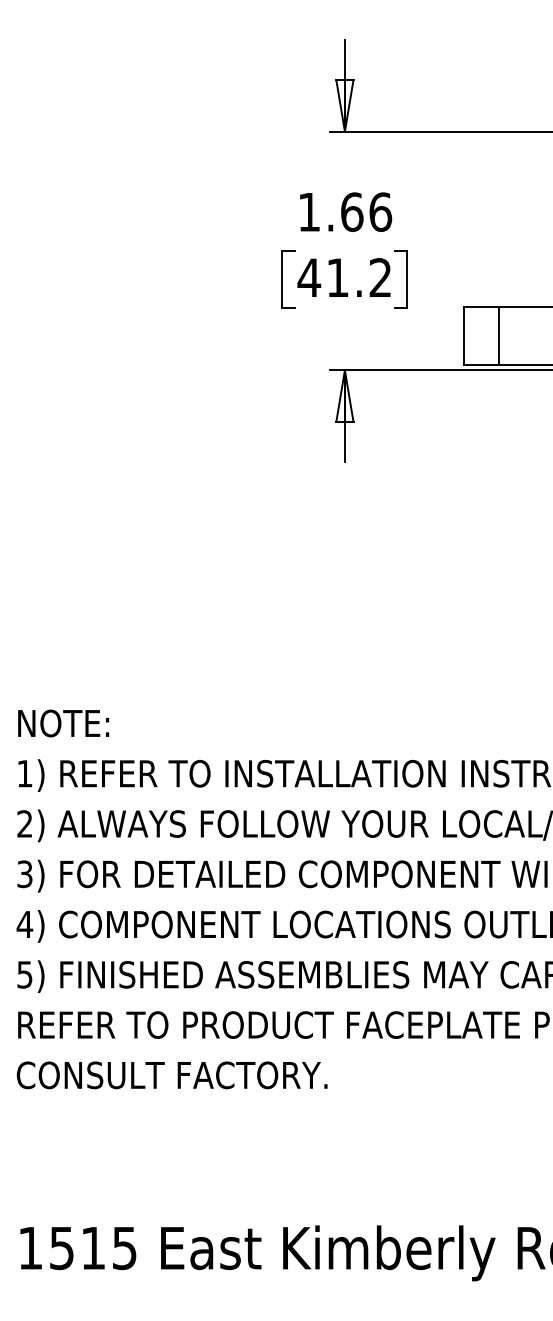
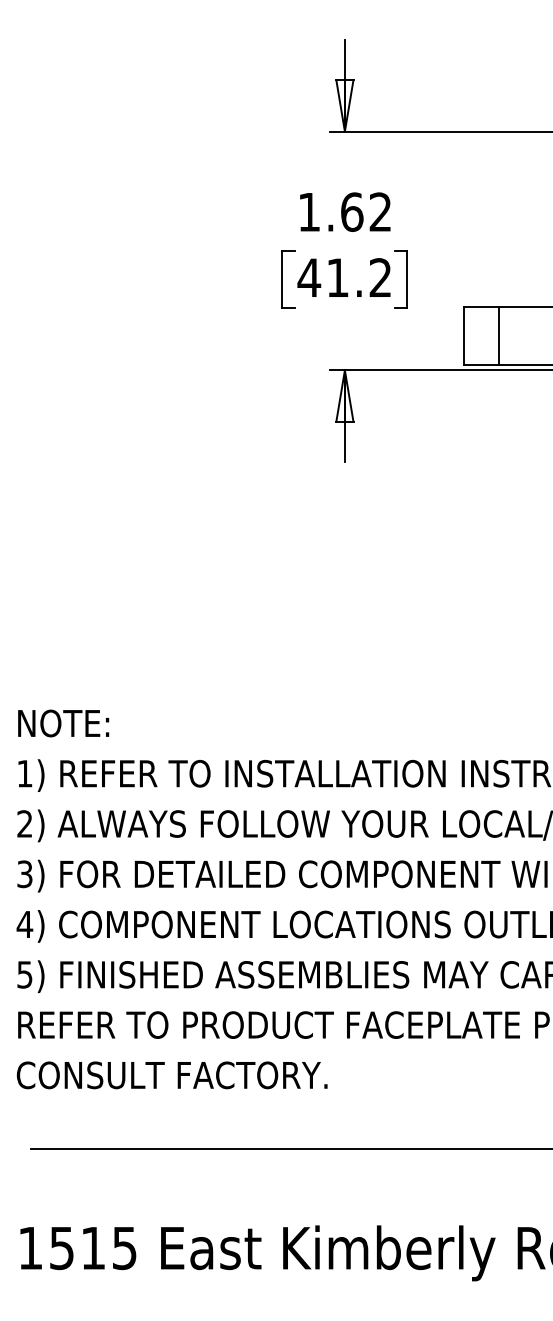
text at (380, 211): 1.66 -> 1.62
line at (290, 1148): none -> present
